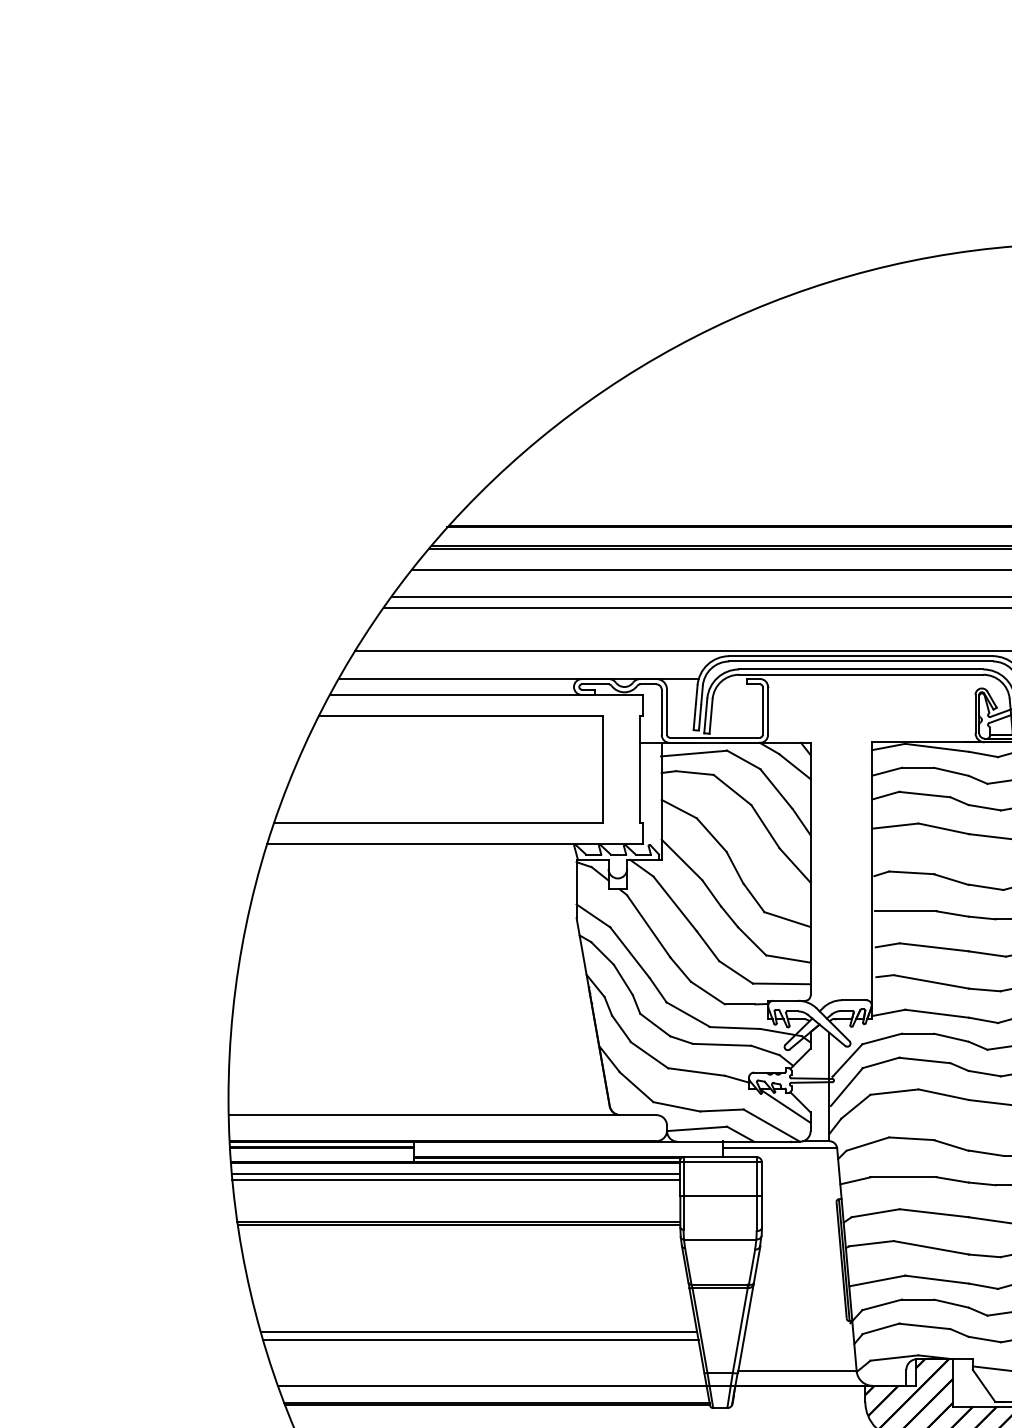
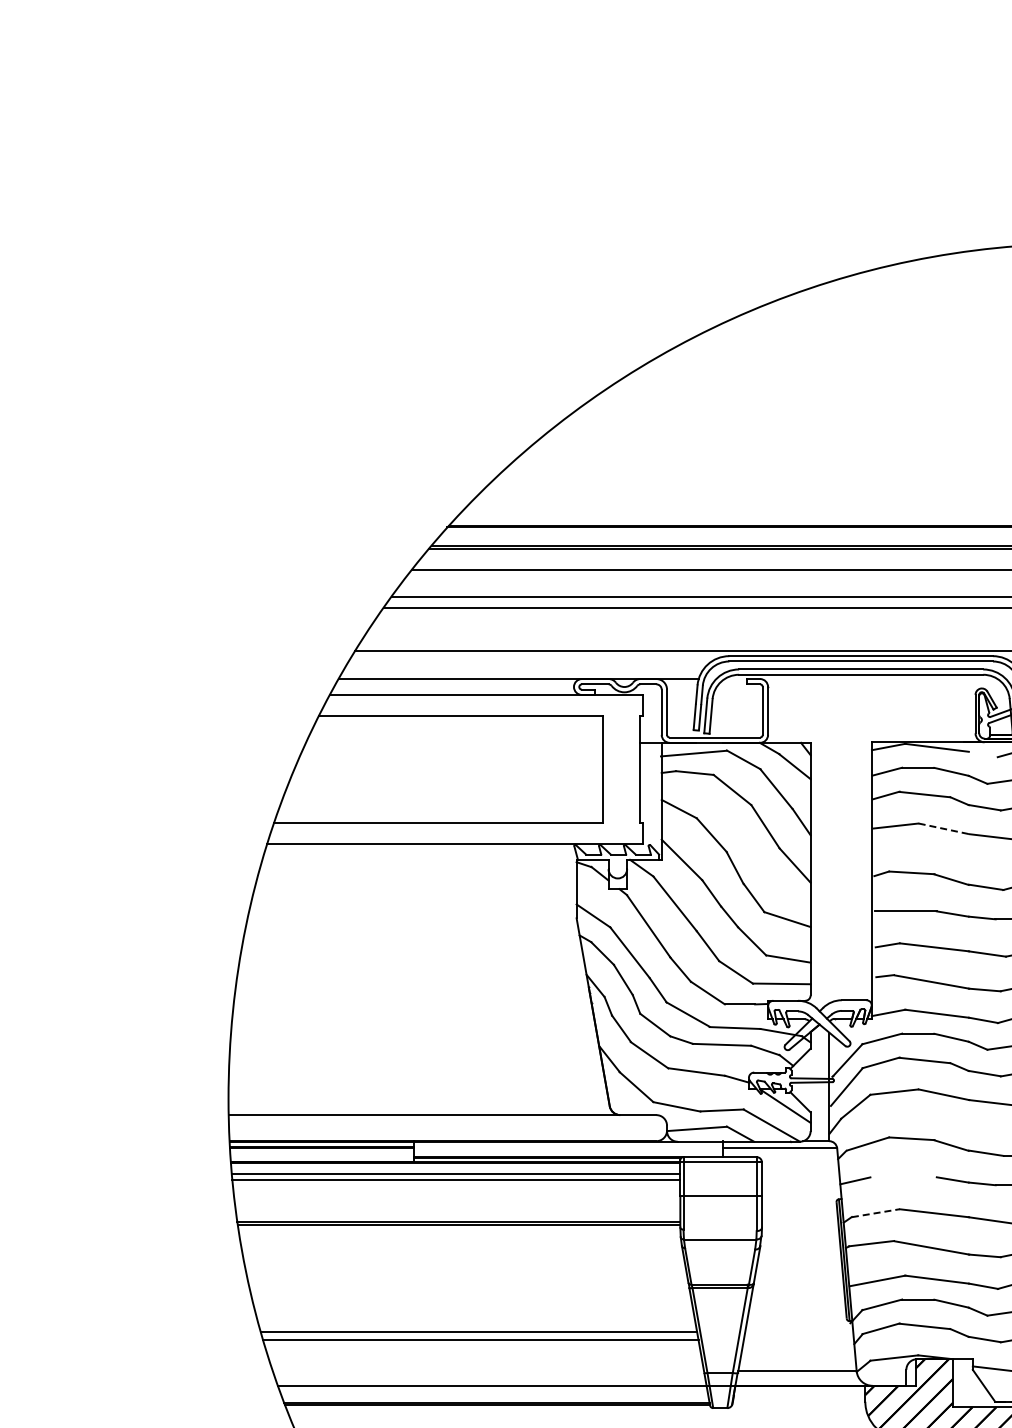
line at (983, 754): present -> none
line at (943, 828): solid -> dashed
line at (903, 1177): present -> none
line at (876, 1213): solid -> dashed
